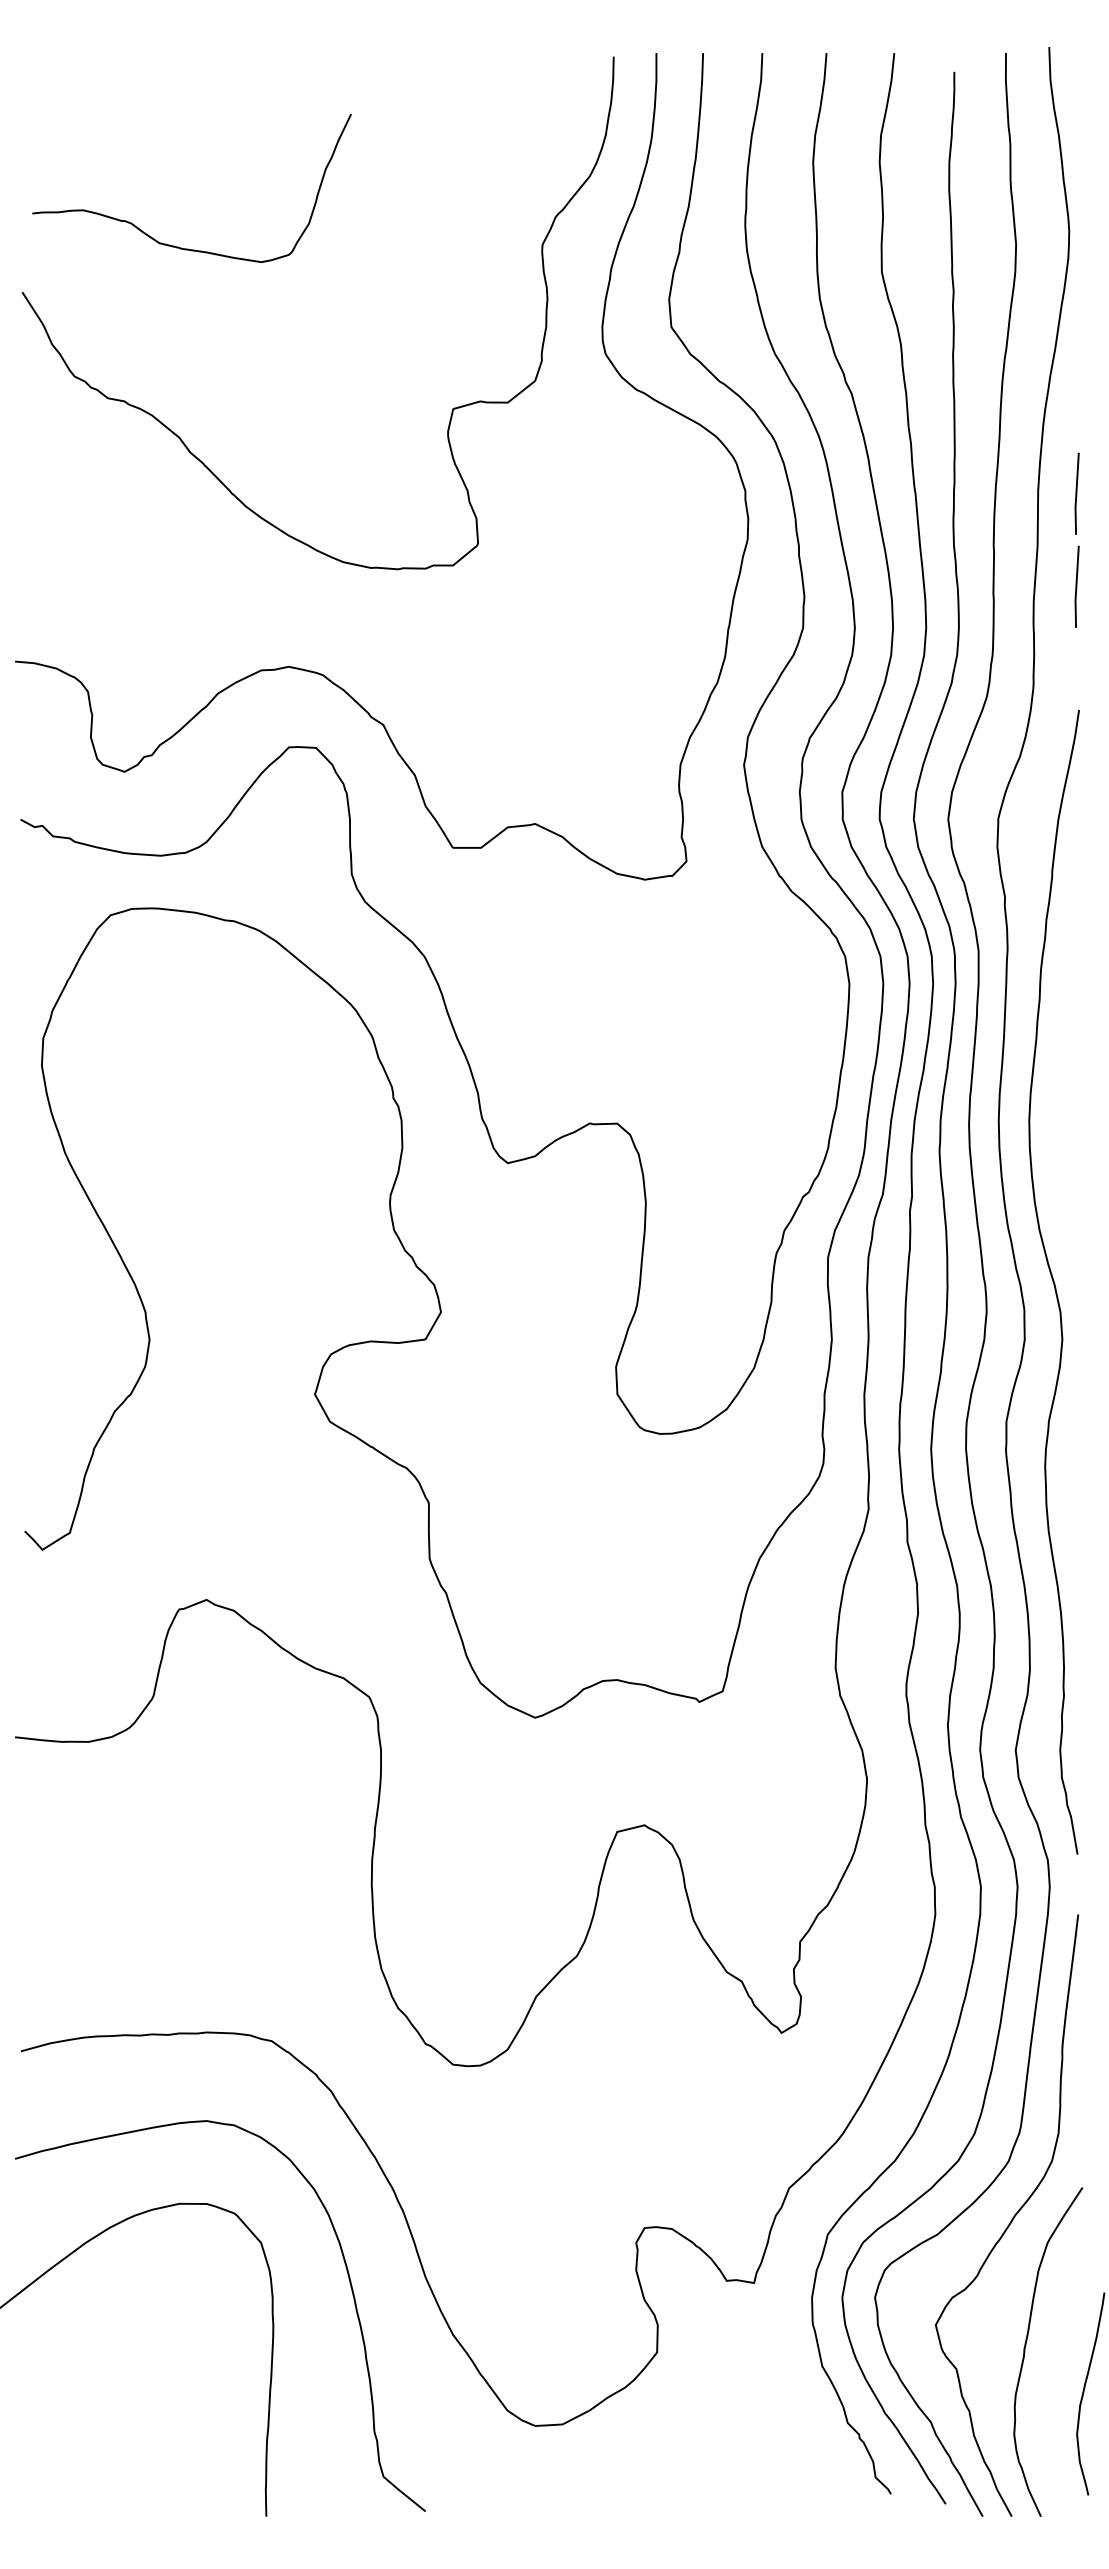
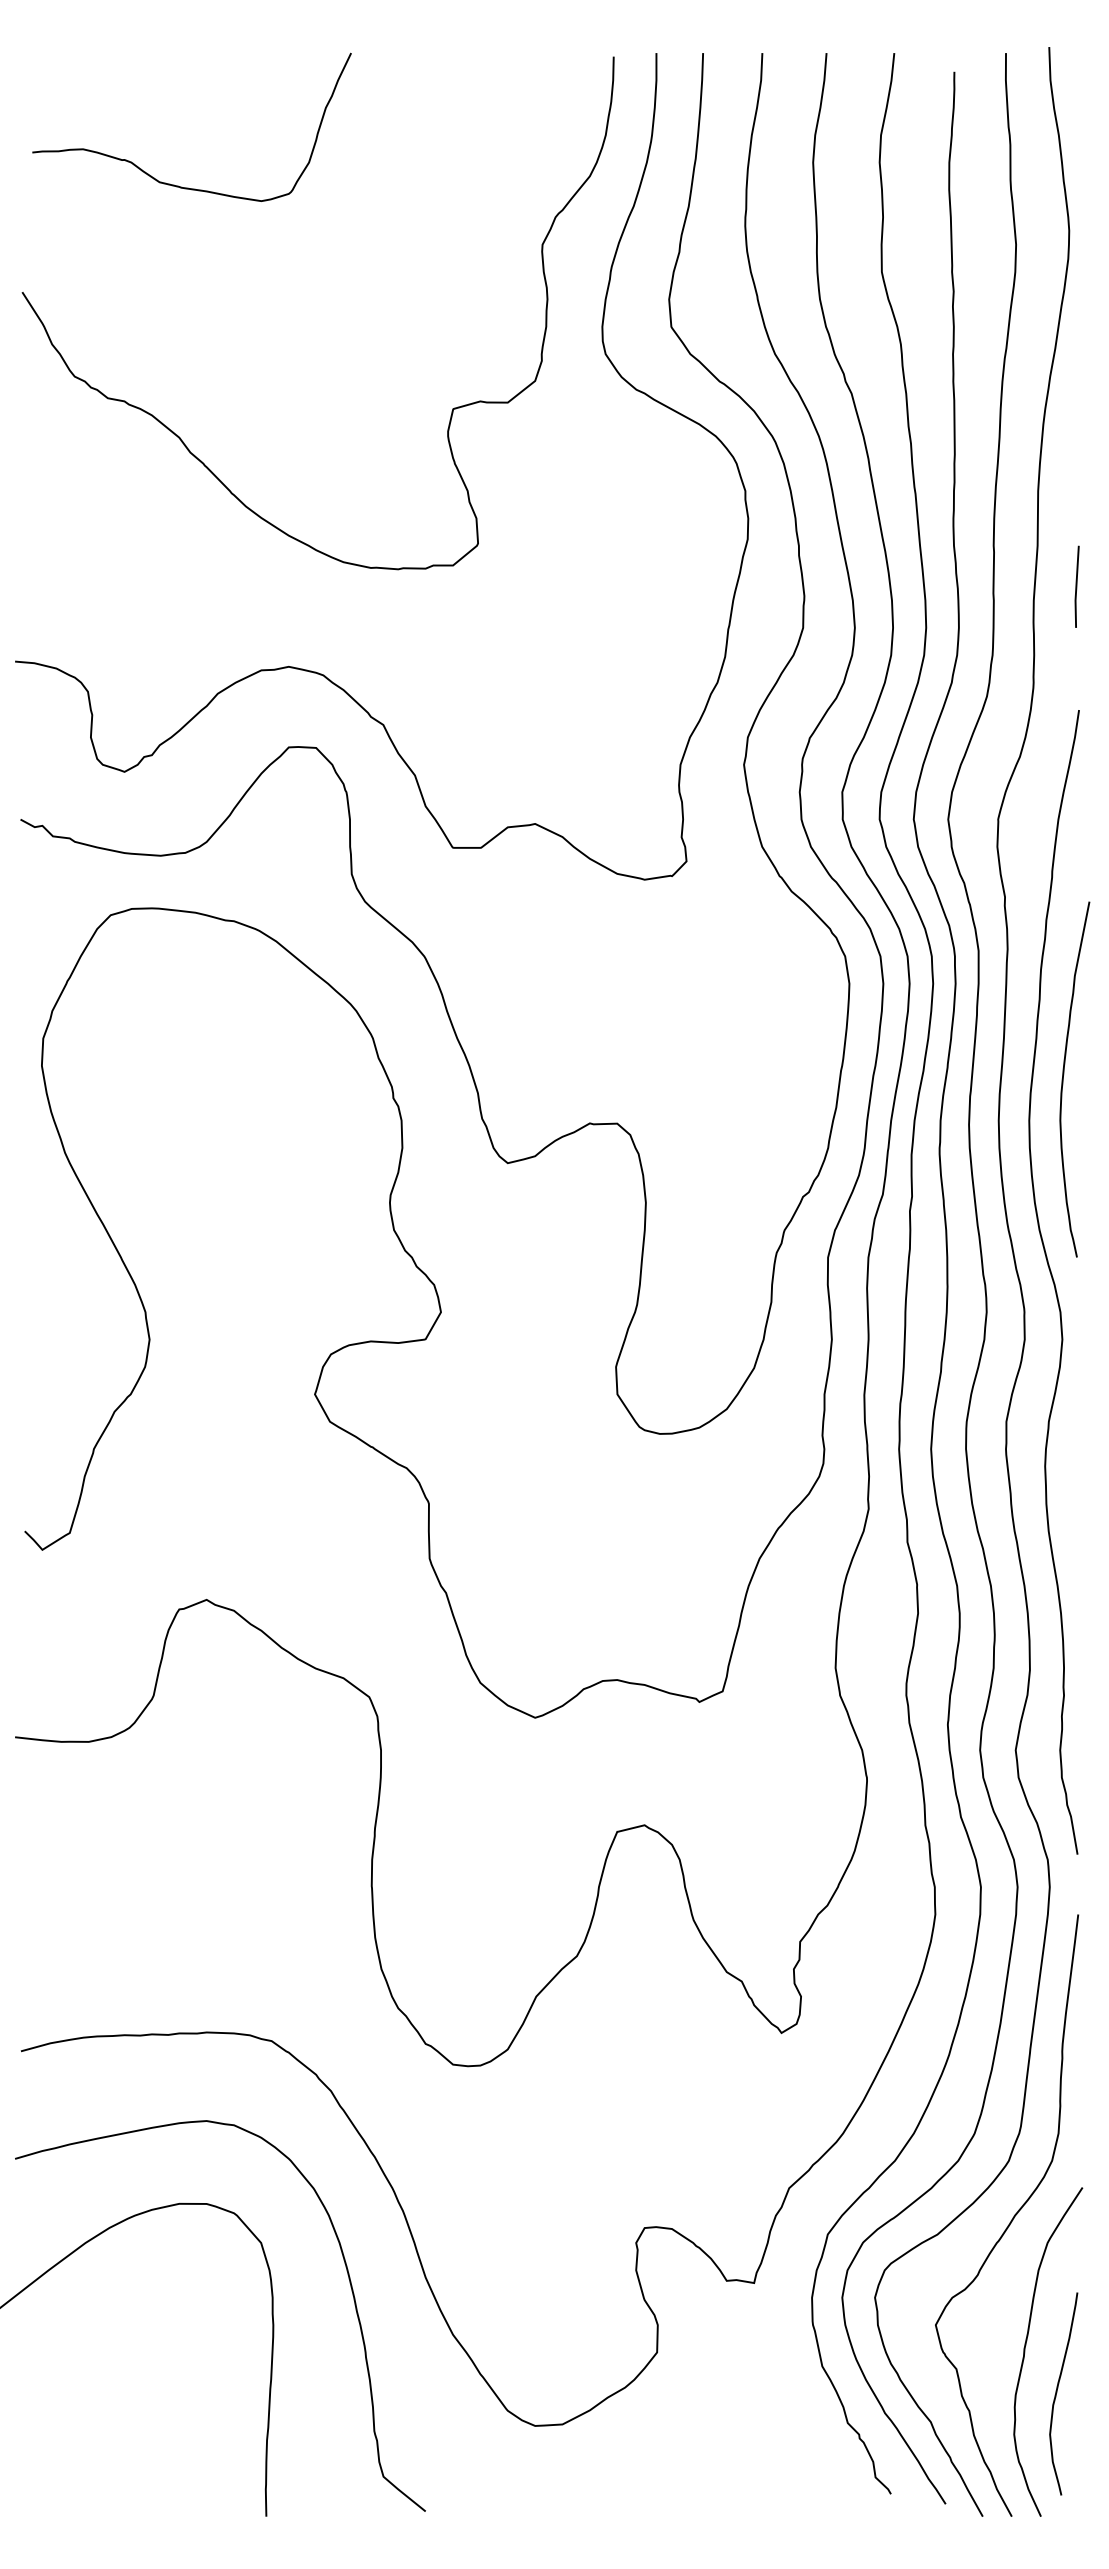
curve at (178, 246) position: (178, 246) -> (178, 185)
line at (1076, 493): present -> none
curve at (1063, 1079): none -> present
curve at (1084, 2392) position: (1084, 2392) -> (1057, 2392)
